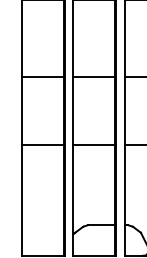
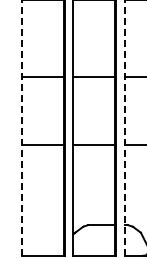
line at (21, 127): solid -> dashed
line at (124, 127): solid -> dashed
